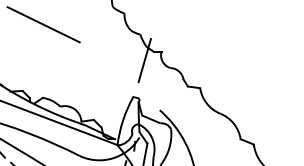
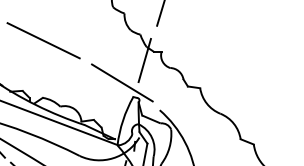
line at (160, 13): none -> present
line at (43, 24) position: (43, 24) -> (43, 40)
line at (122, 82): none -> present
